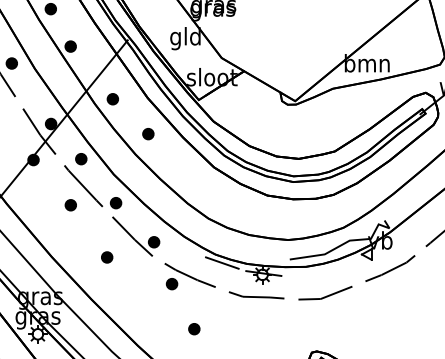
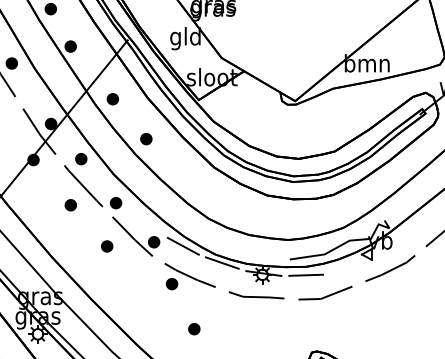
part at (148, 134) position: (148, 134) -> (146, 139)
line at (182, 245): none -> present
part at (107, 257) position: (107, 257) -> (107, 246)
line at (305, 274): none -> present
